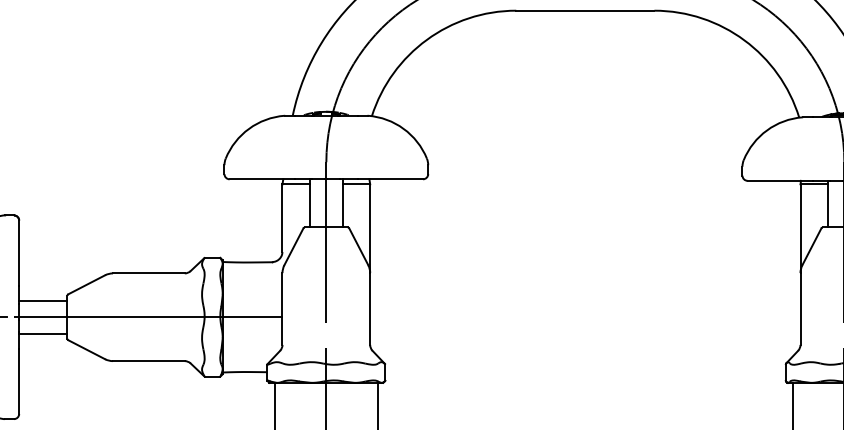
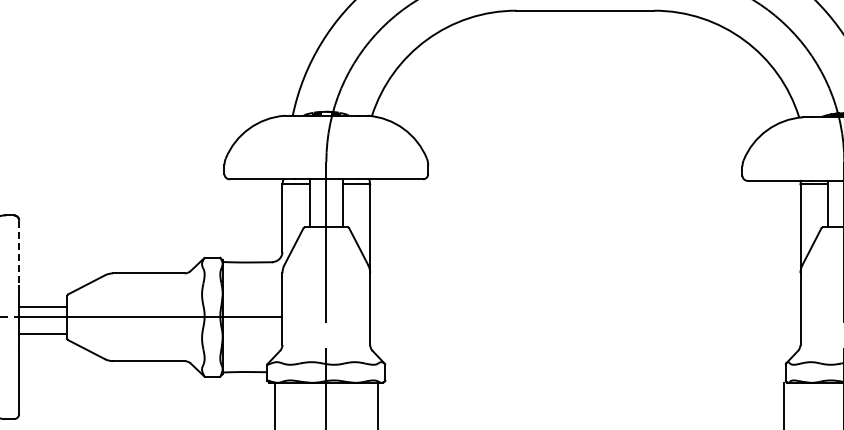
line at (19, 253): solid -> dashed
line at (43, 300) position: (43, 300) -> (43, 306)
line at (792, 404) position: (792, 404) -> (783, 404)
